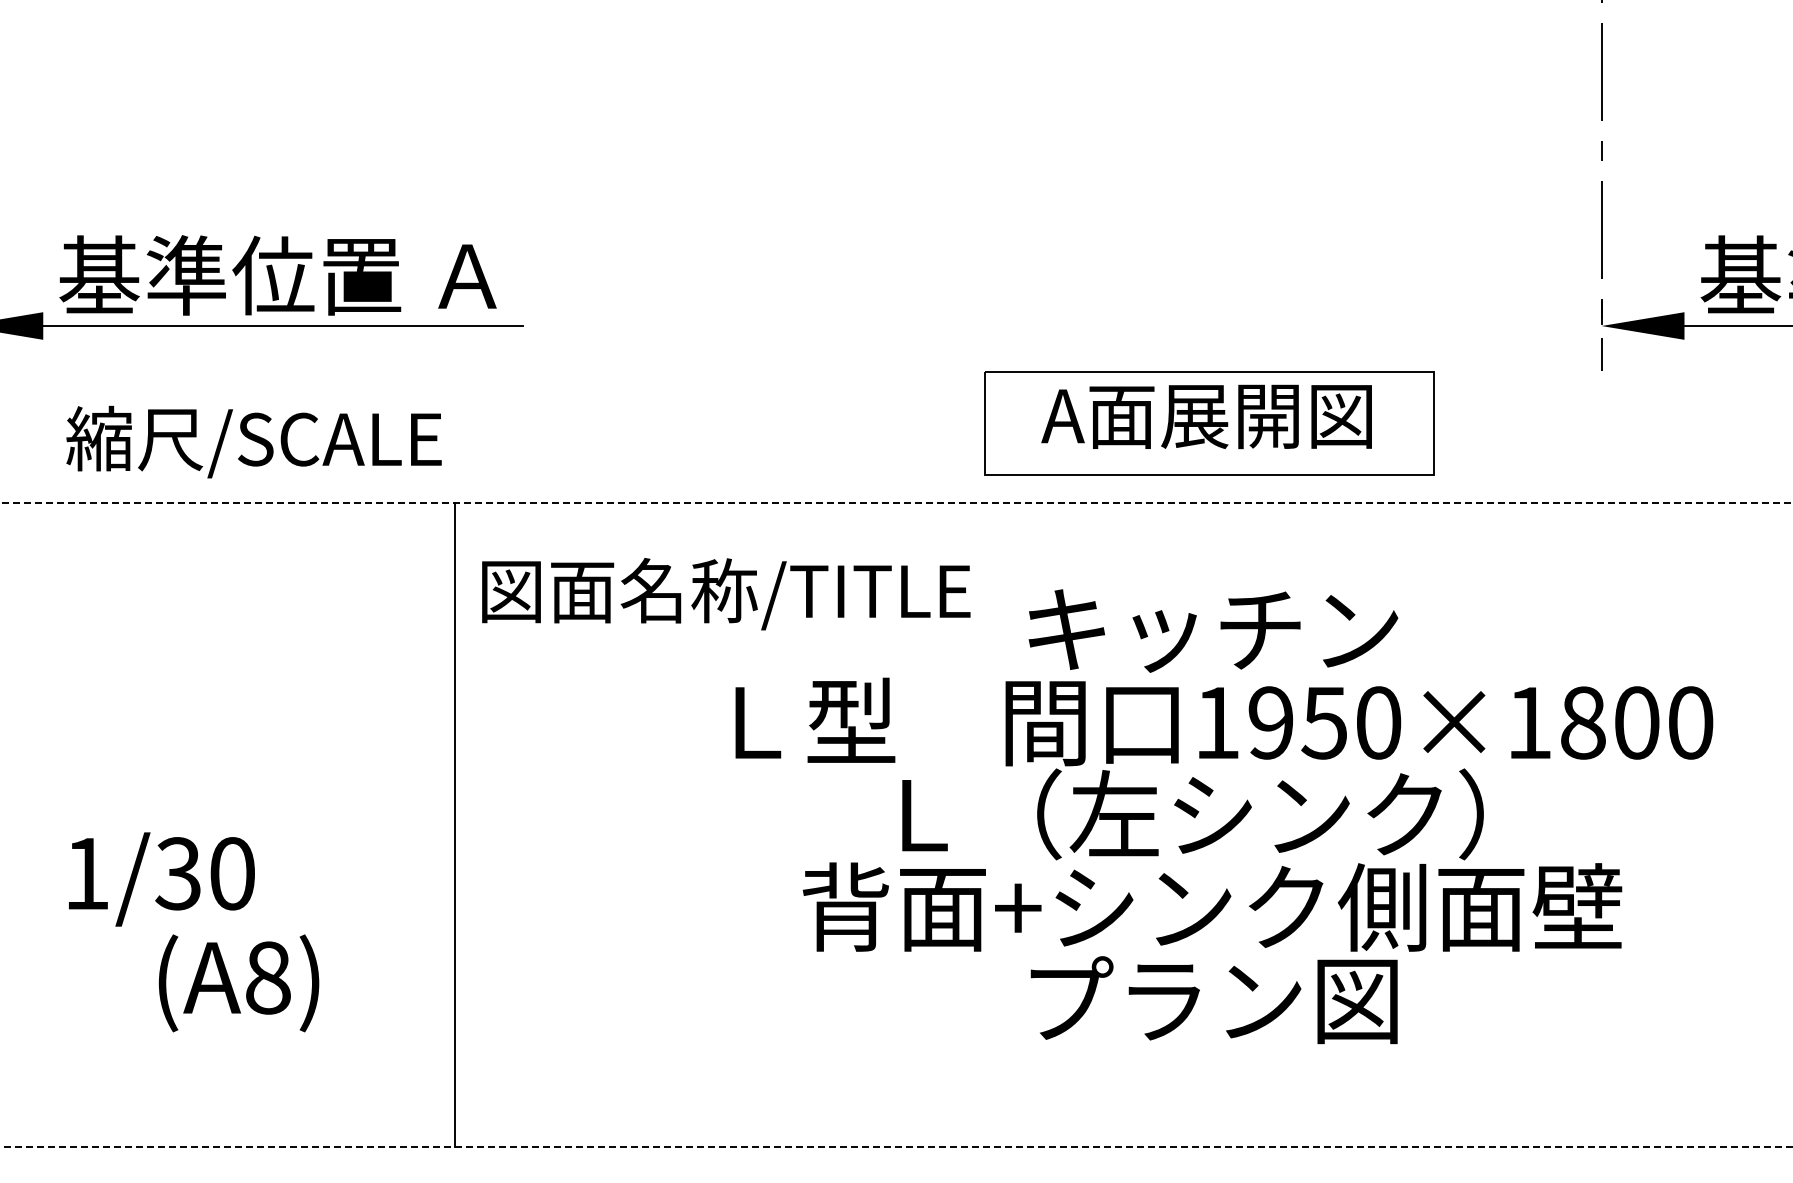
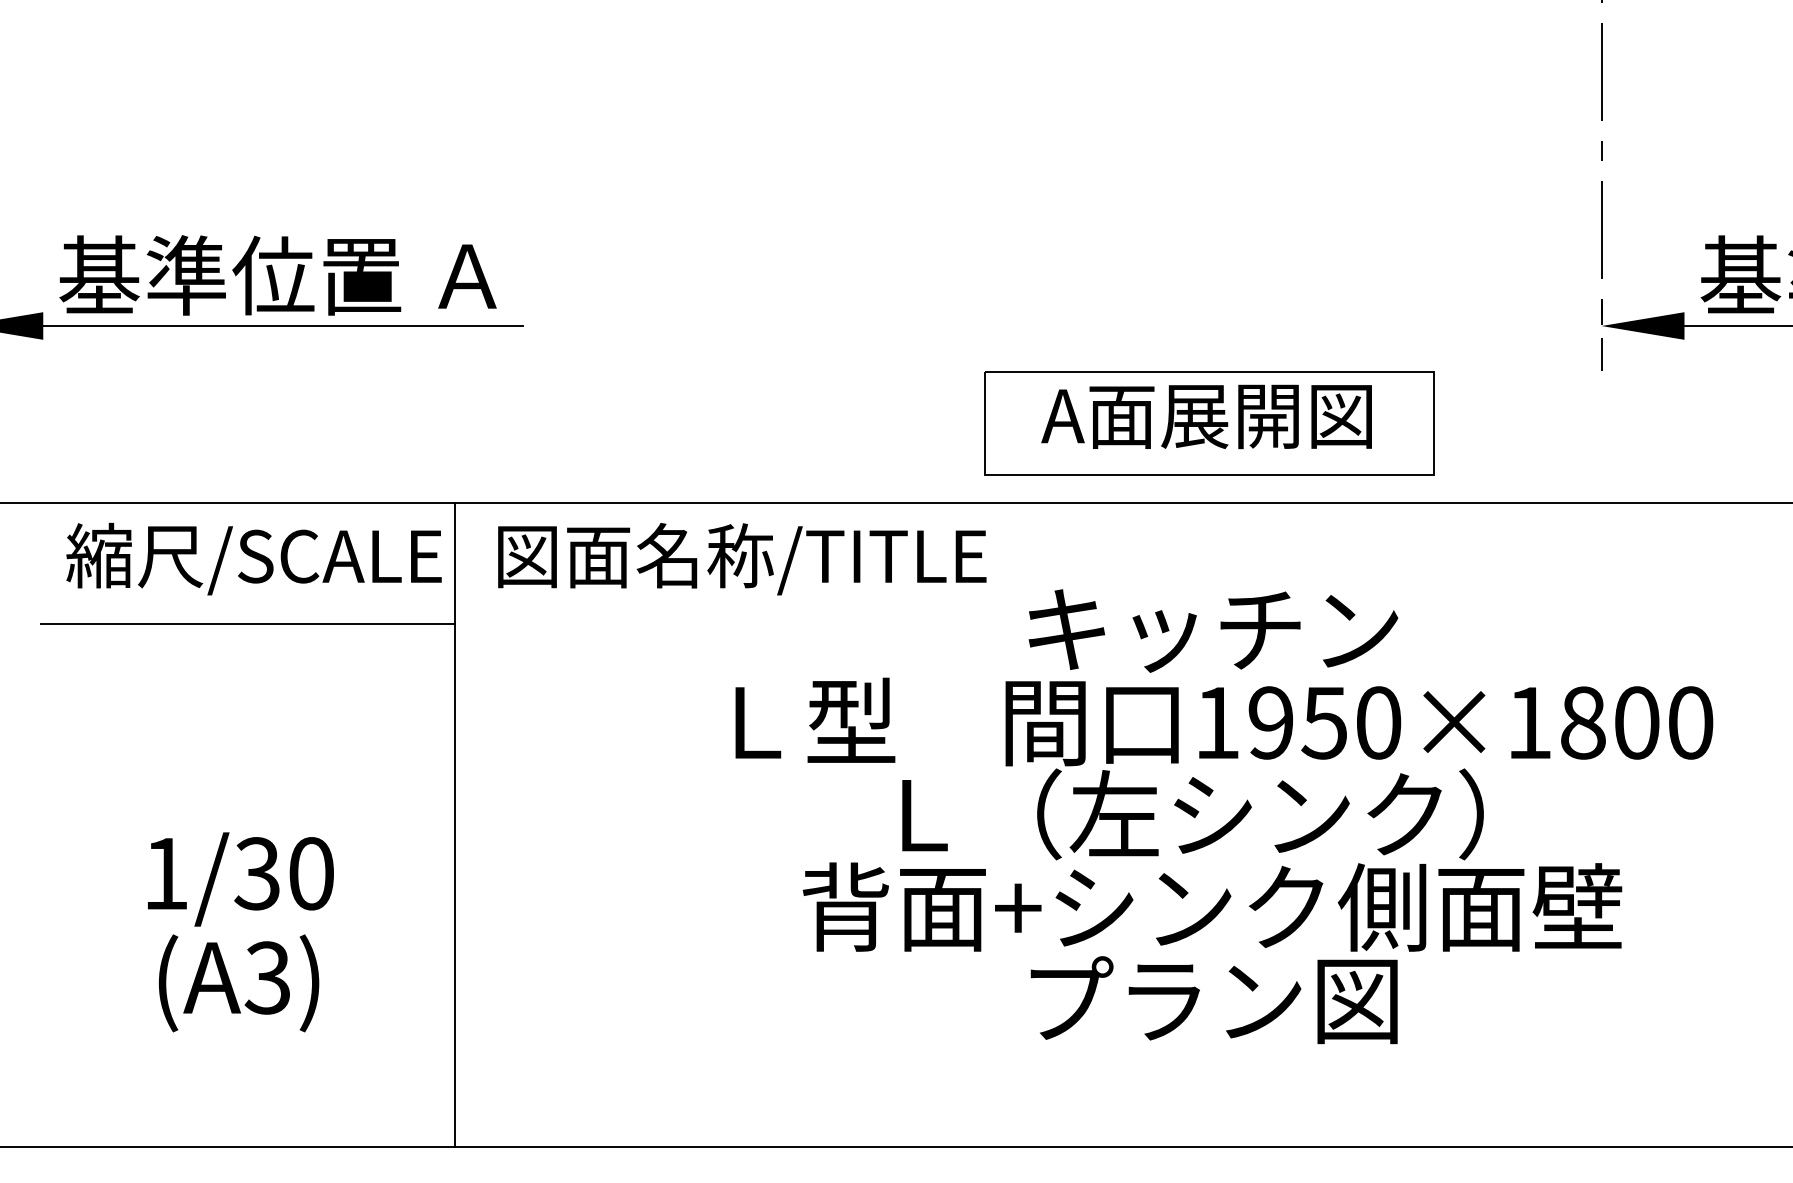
text at (253, 441) position: (253, 441) -> (253, 558)
line at (897, 502): dashed -> solid
text at (726, 594) position: (726, 594) -> (742, 559)
line at (247, 624): none -> present
text at (161, 879) position: (161, 879) -> (240, 879)
text at (267, 977): (A8) -> (A3)
line at (895, 1147): dashed -> solid
